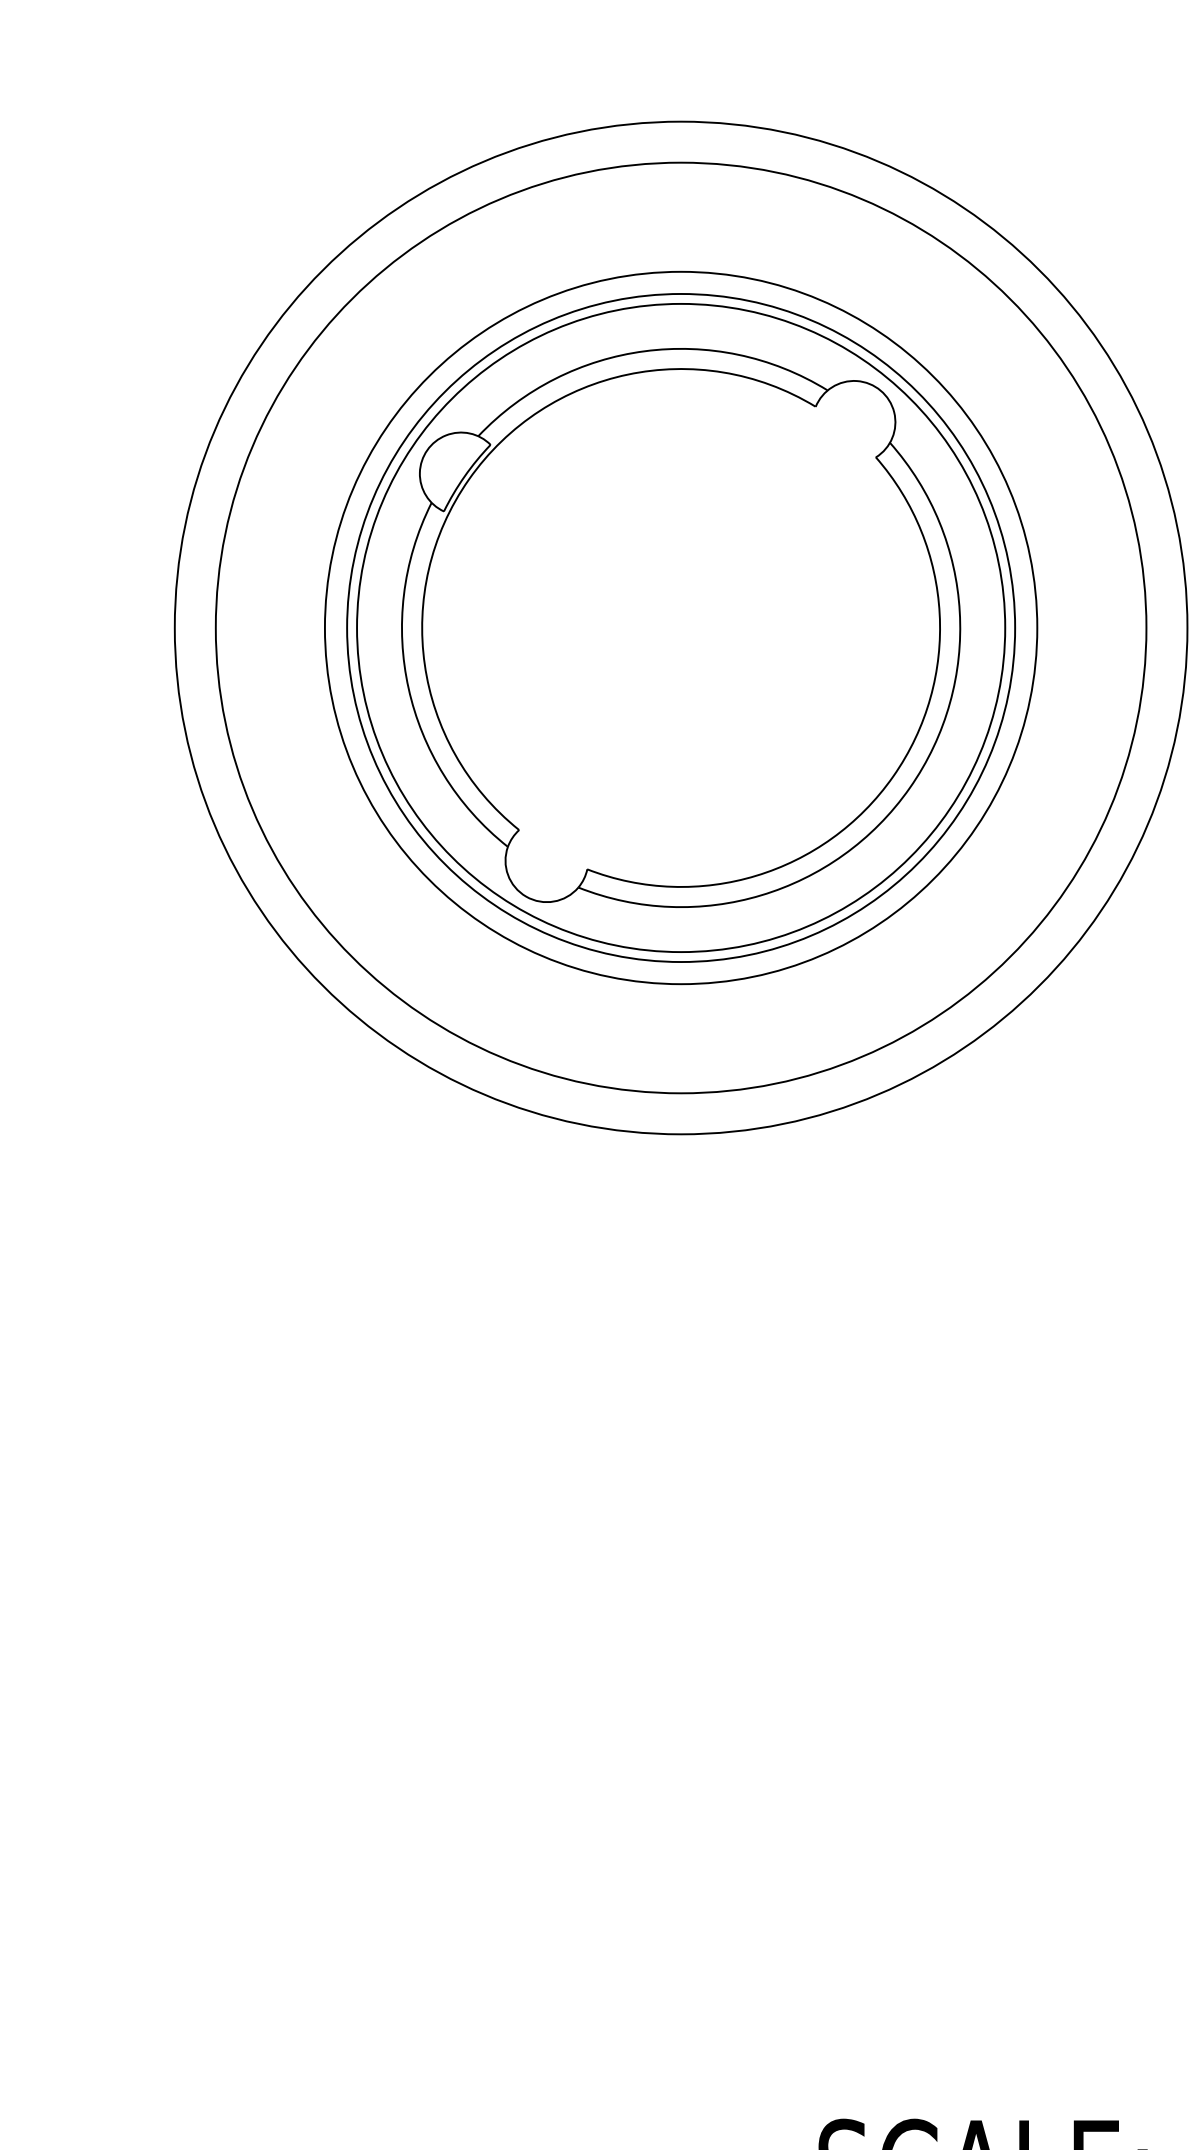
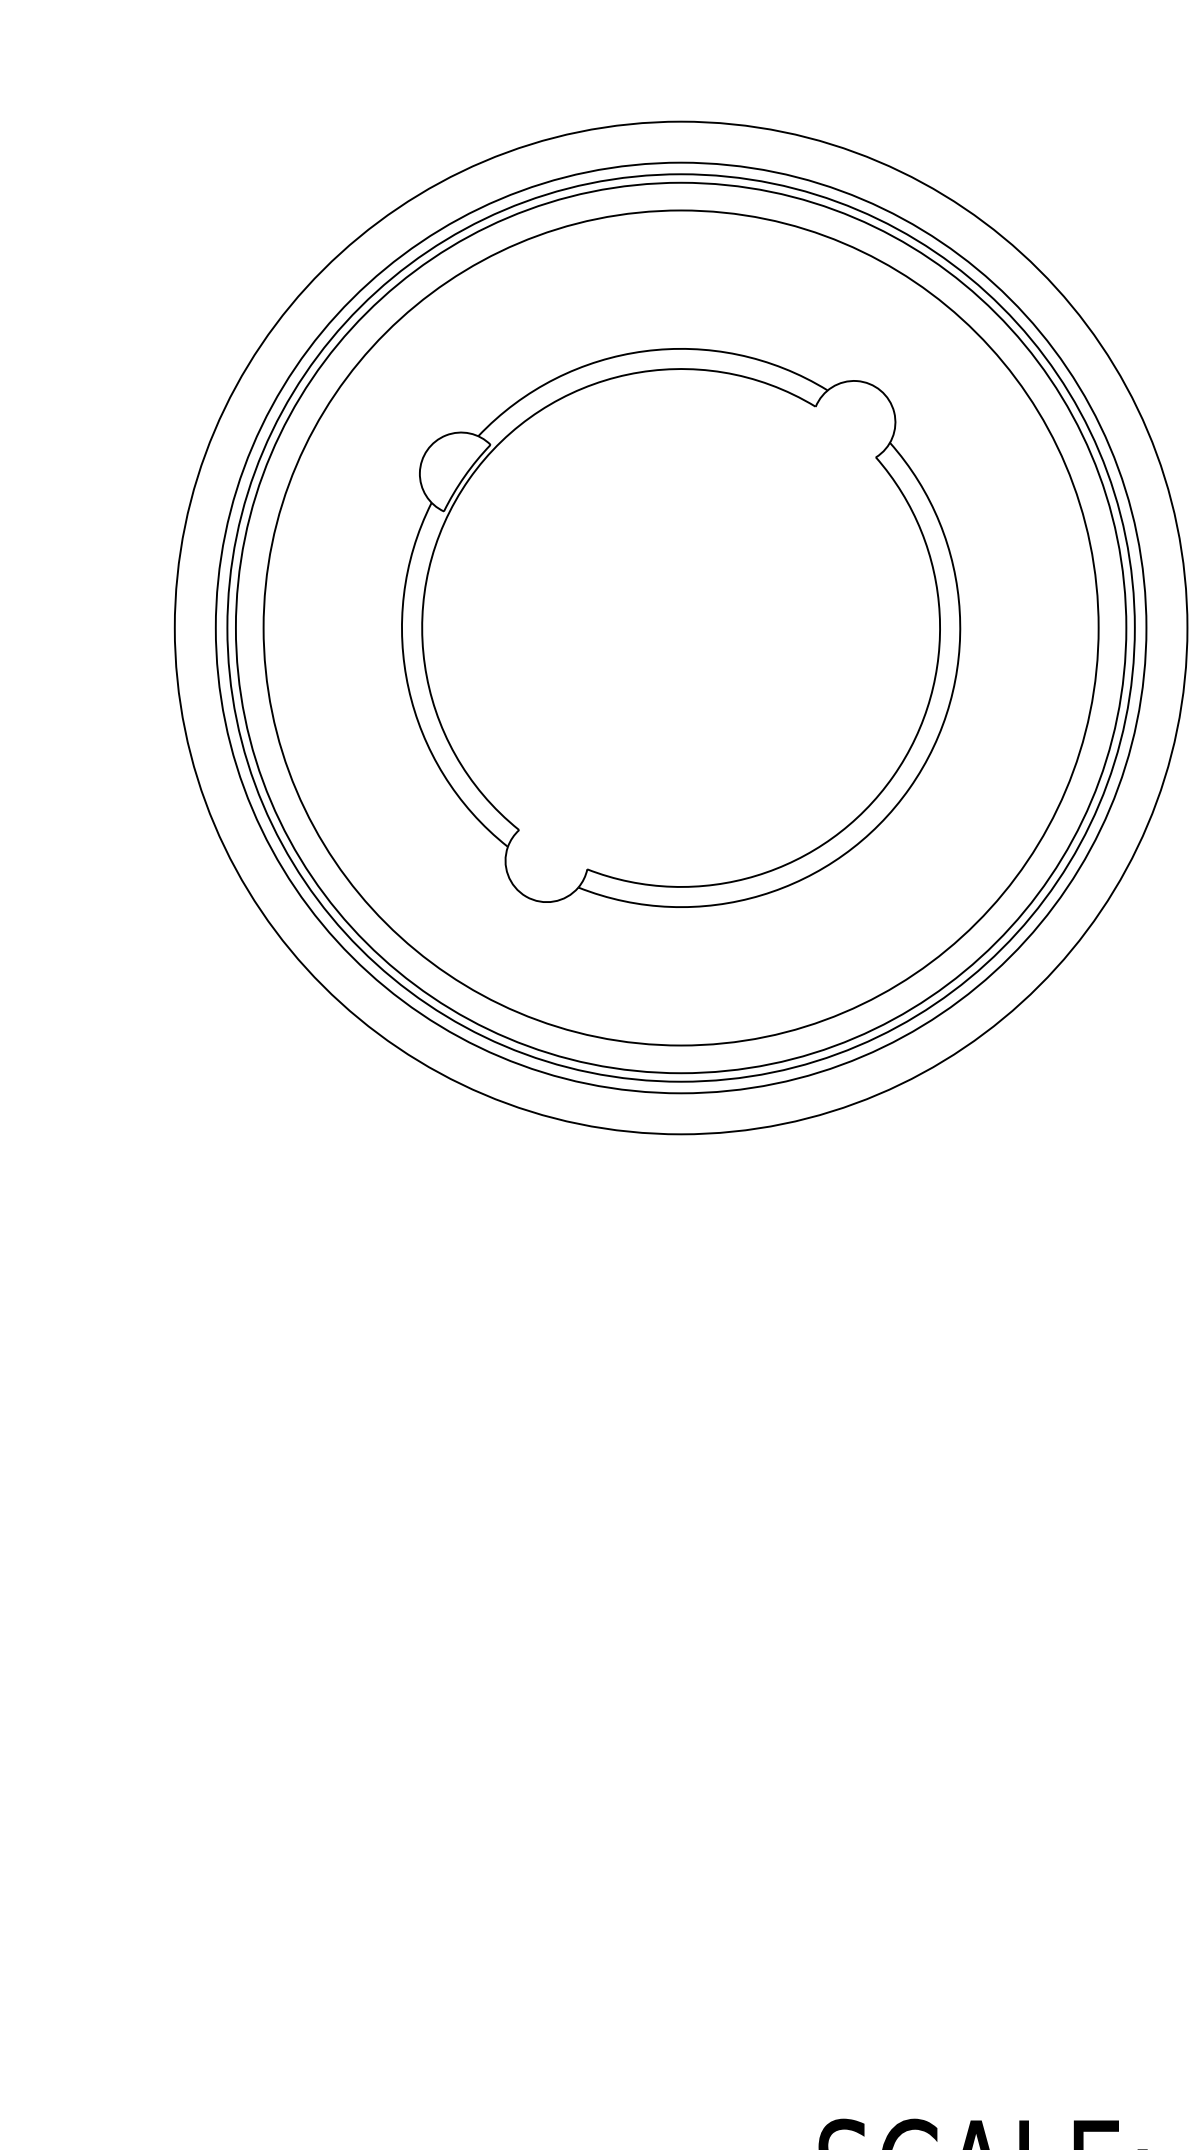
circle at (680, 627) diameter: 712 px -> 890 px
circle at (681, 627) diameter: 648 px -> 907 px
circle at (681, 627) diameter: 668 px -> 835 px
